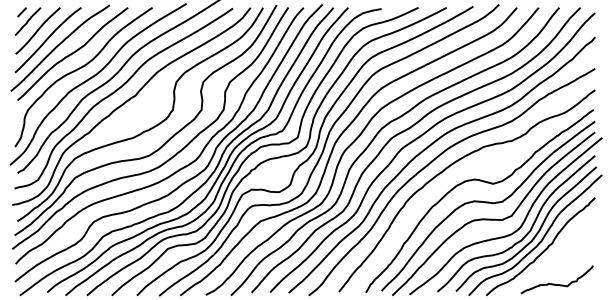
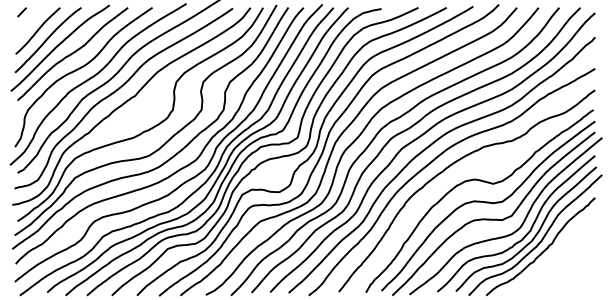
line at (27, 21): present -> none
curve at (554, 283): present -> none
